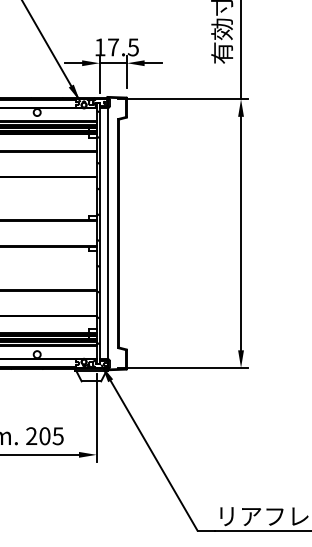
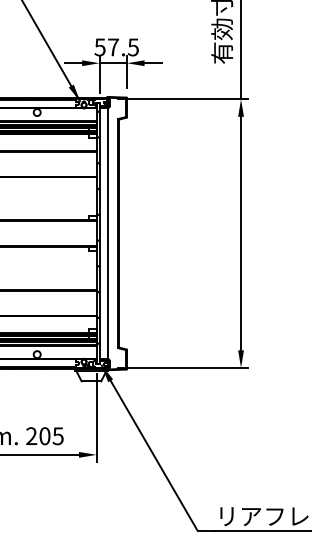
text at (99, 47): 17.5 -> 57.5
